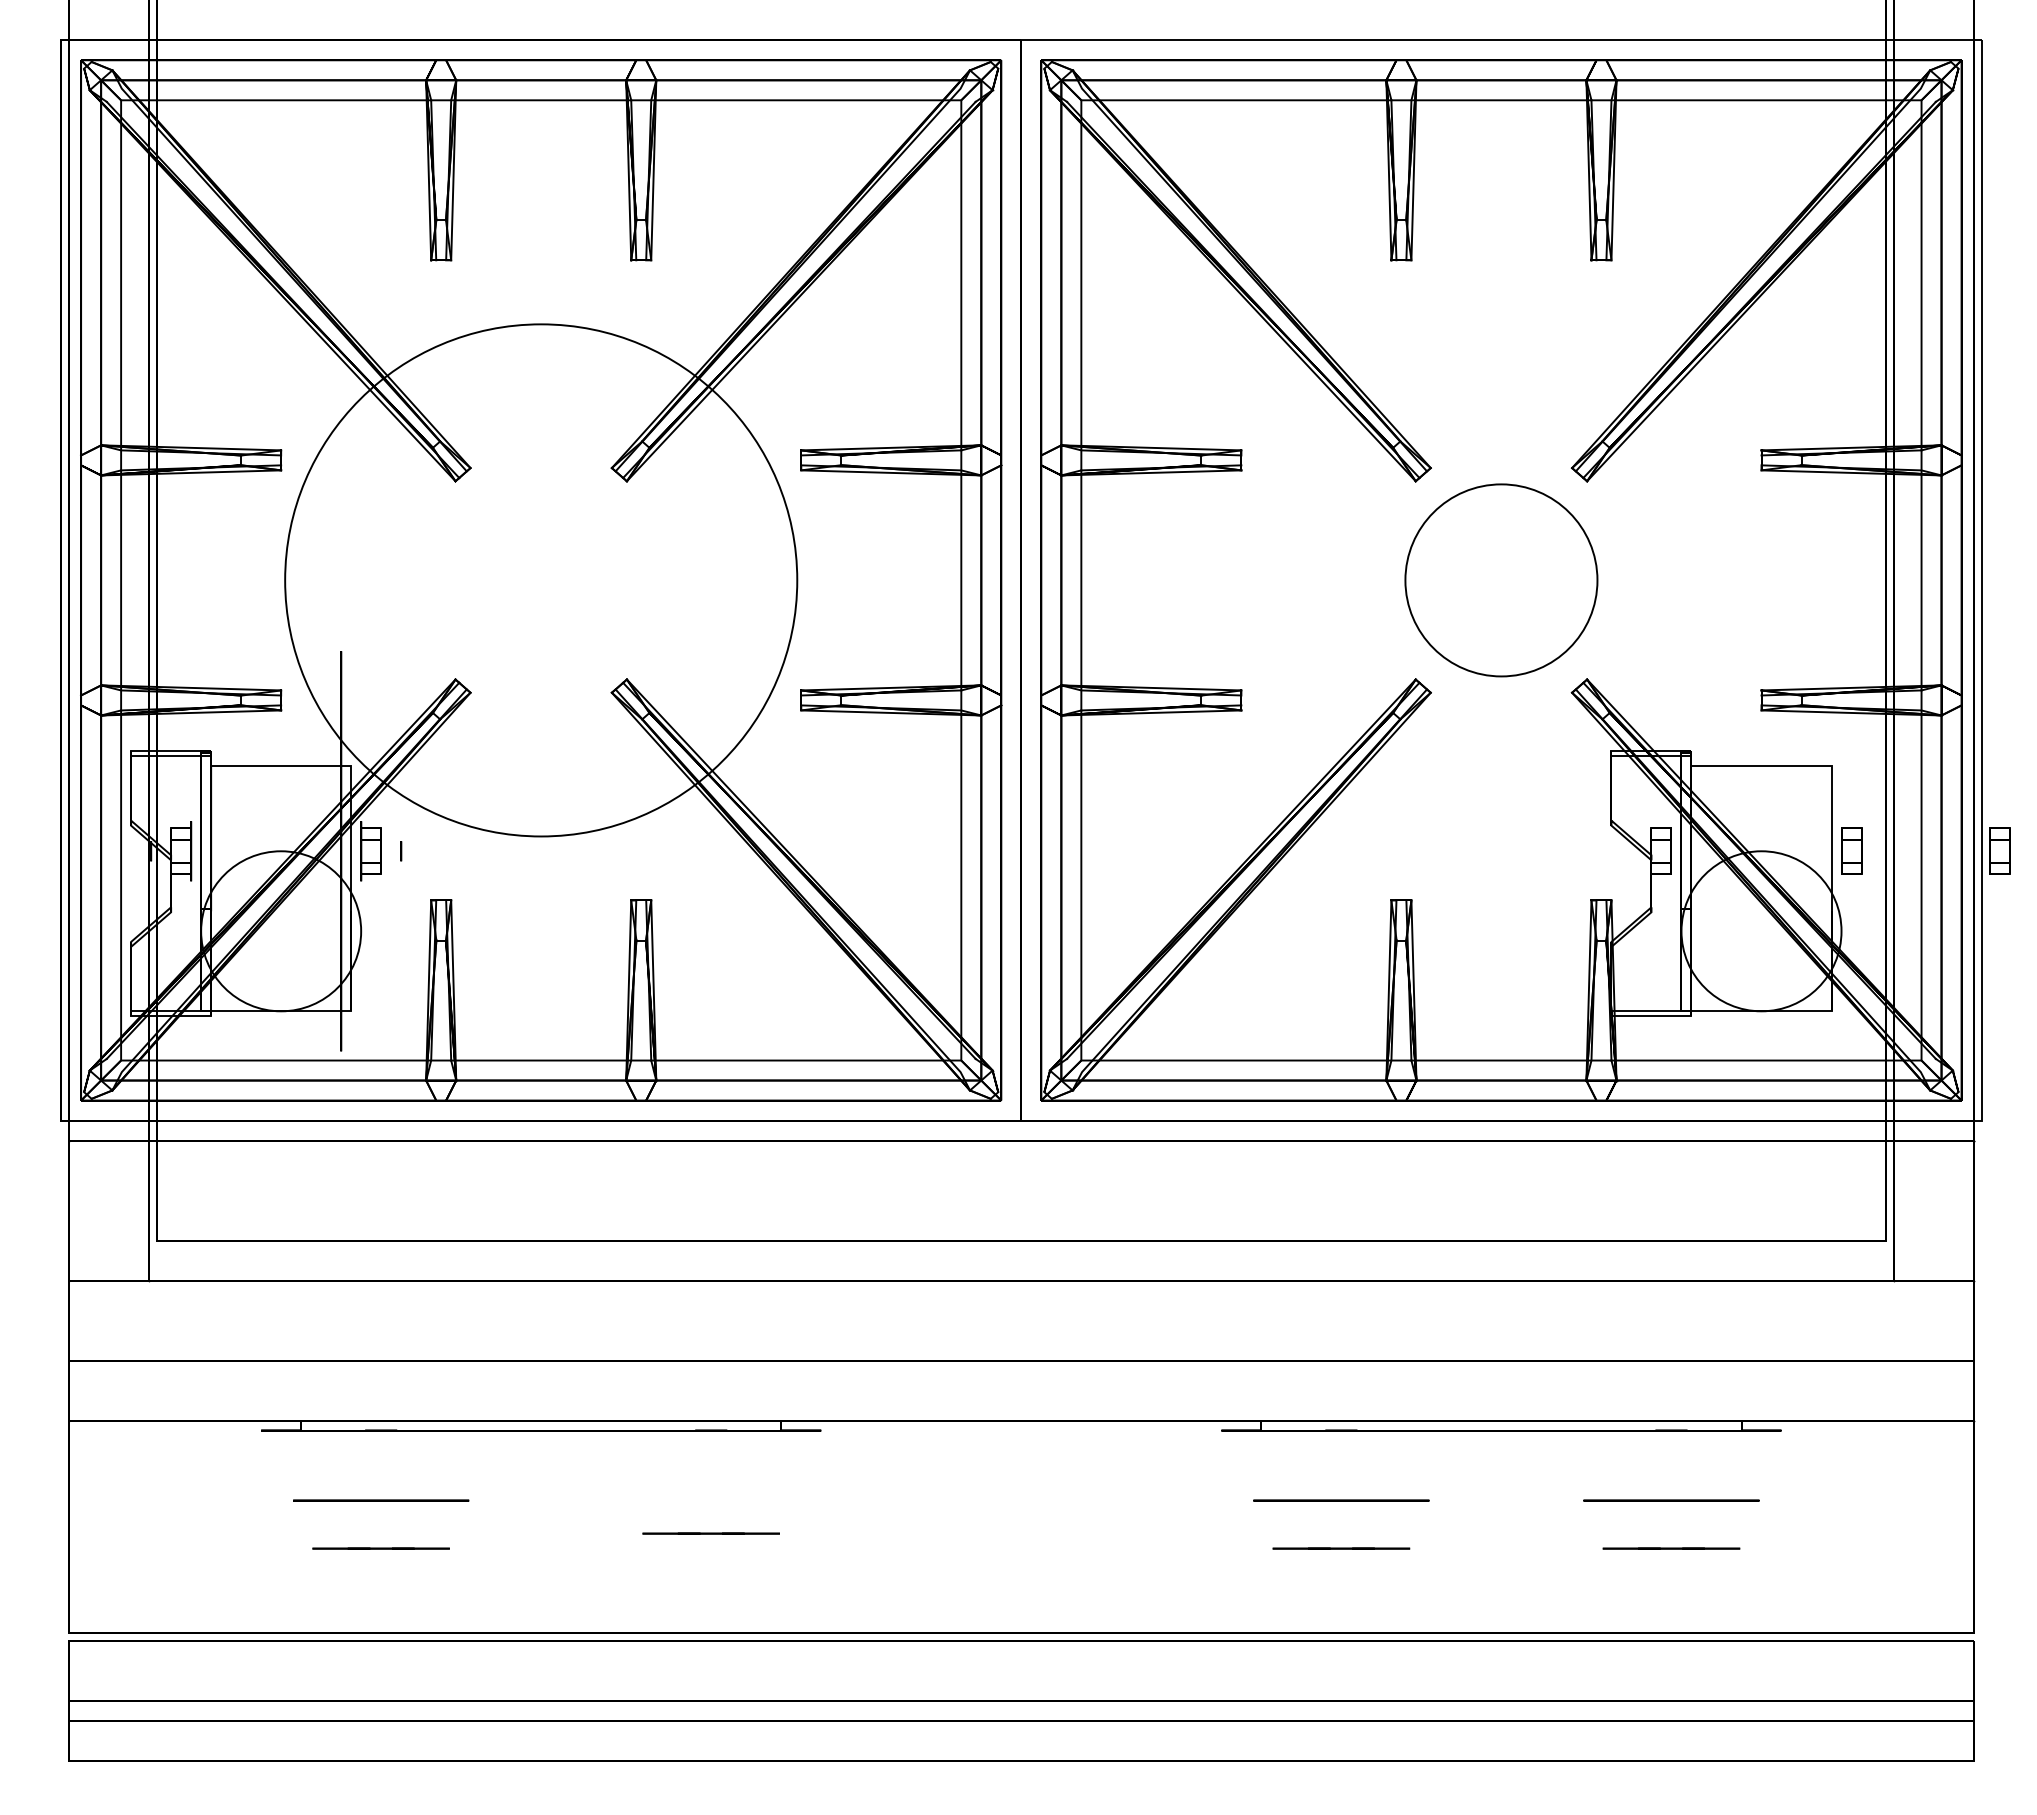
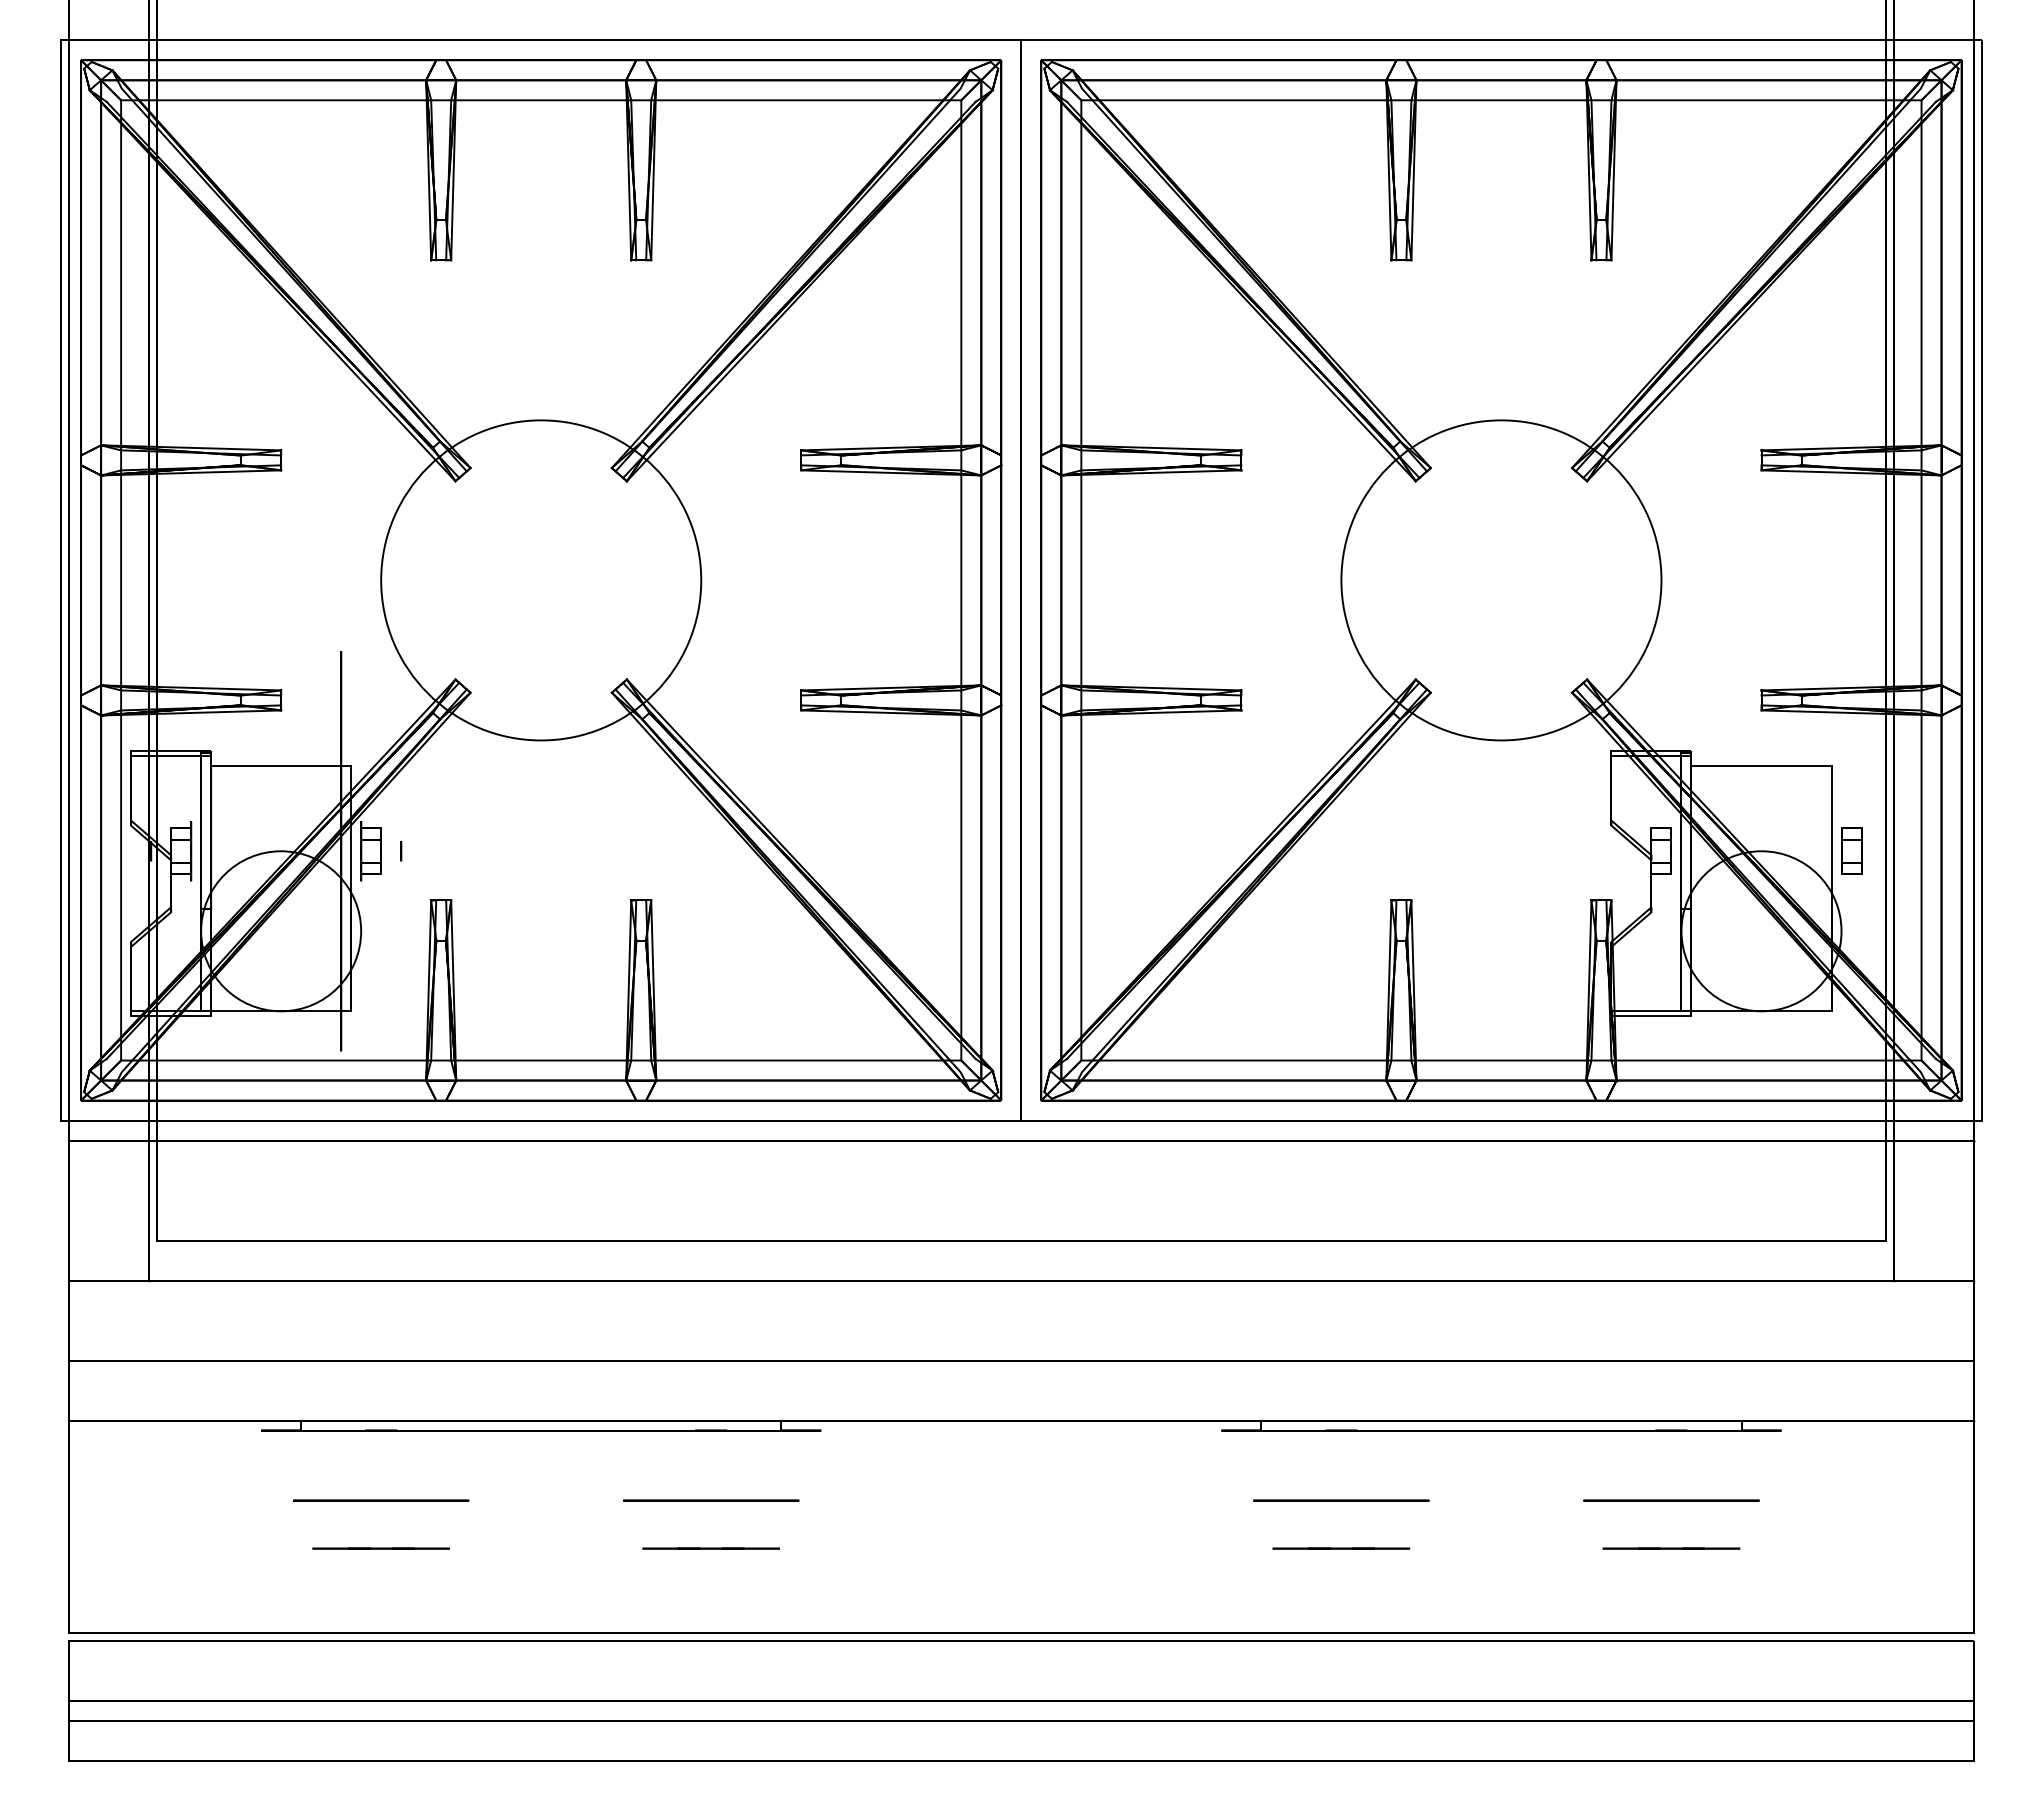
circle at (541, 580) diameter: 512 px -> 320 px
circle at (1501, 580) diameter: 192 px -> 320 px
part at (1999, 850): present -> none
circle at (711, 1500): none -> present
line at (710, 1533) position: (710, 1533) -> (710, 1548)
